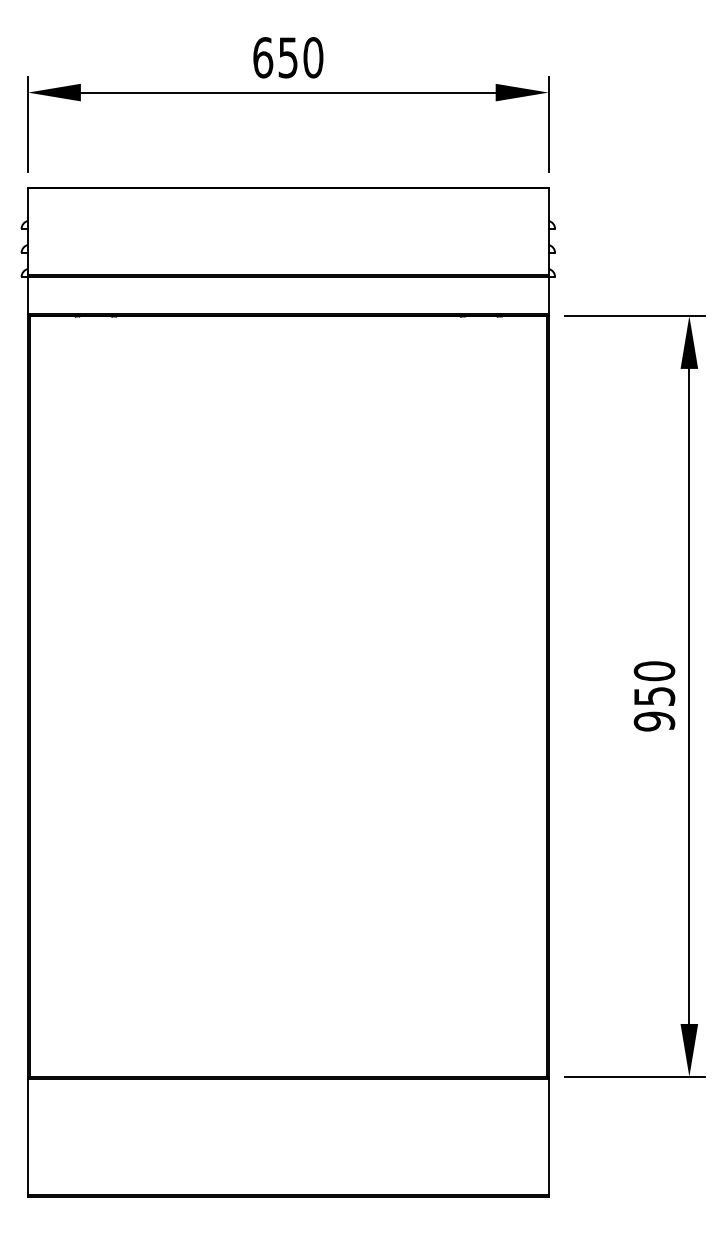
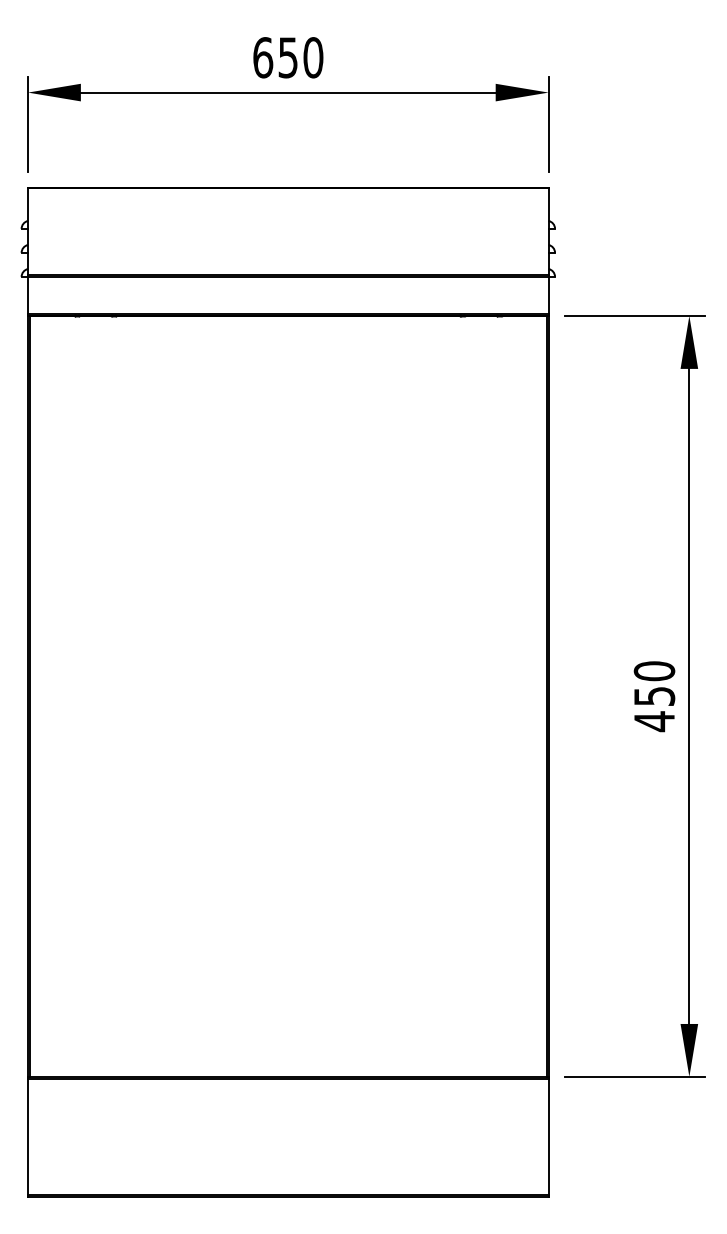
text at (654, 721): 950 -> 450
